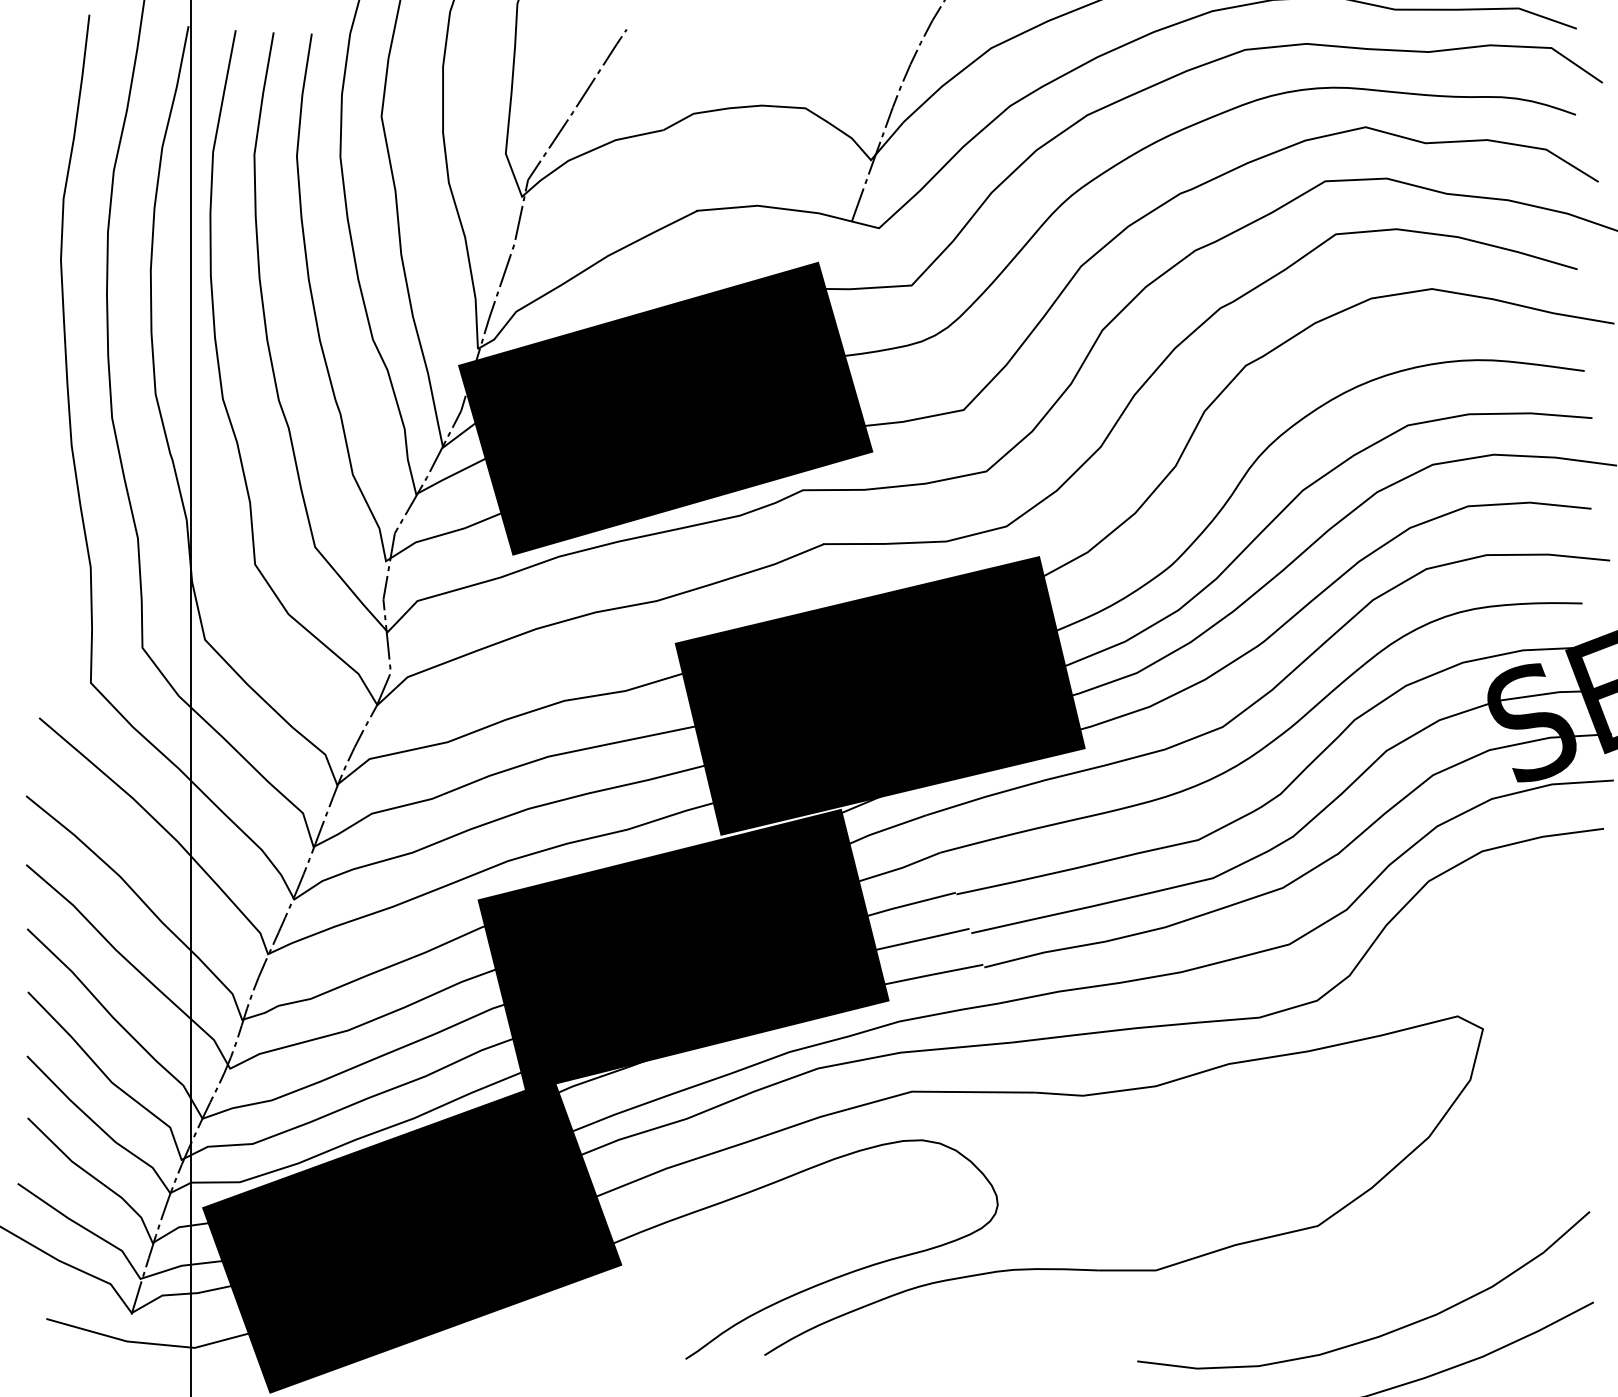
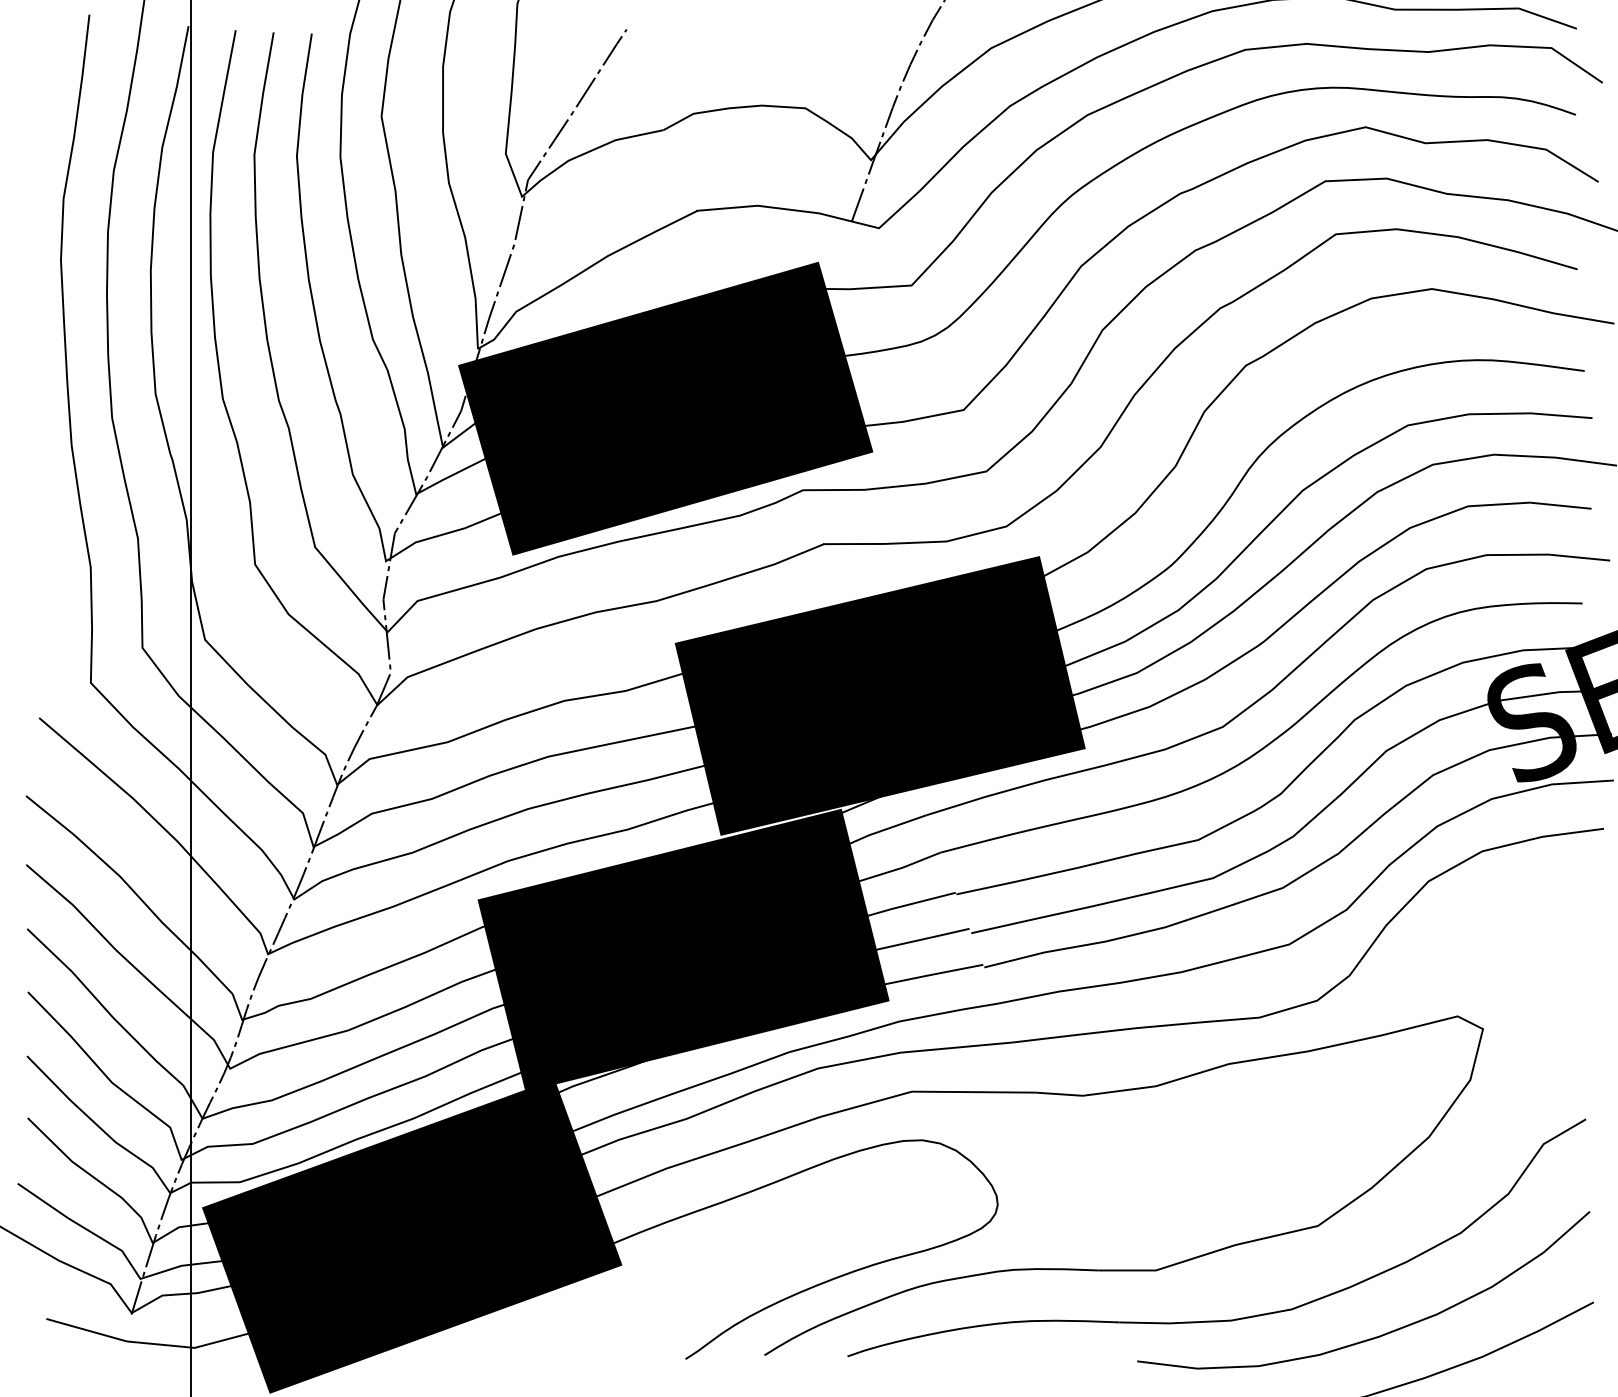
part at (1227, 1319): none -> present
